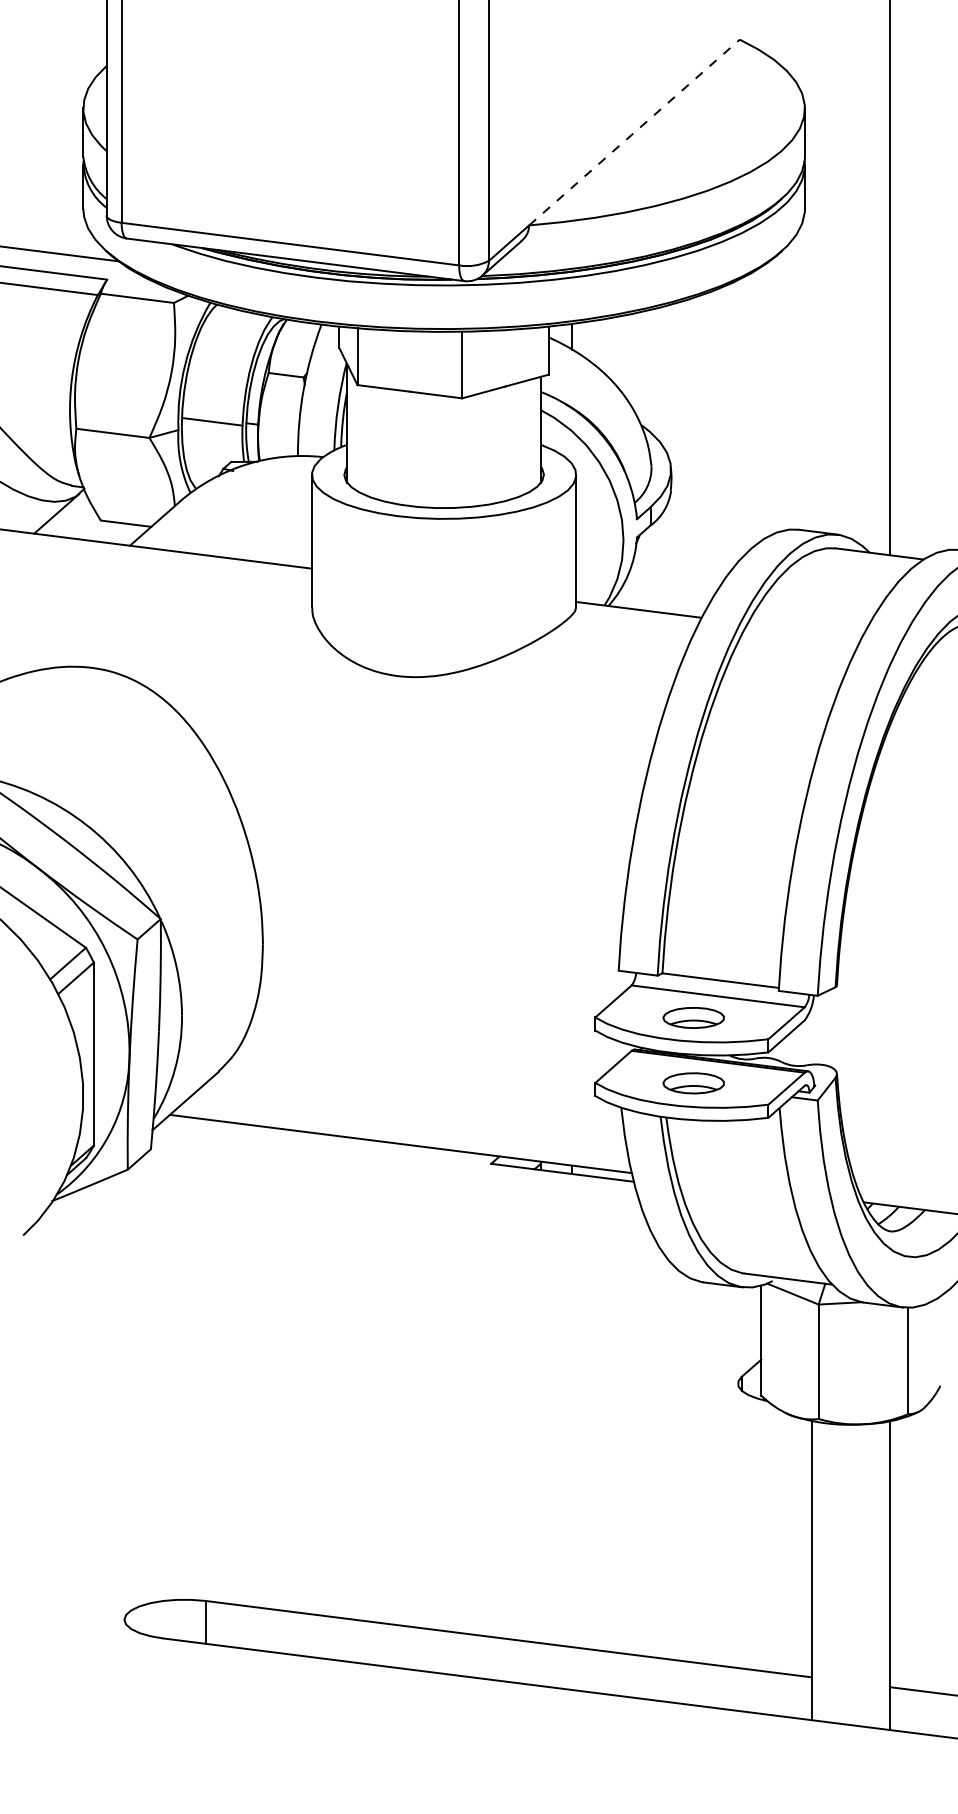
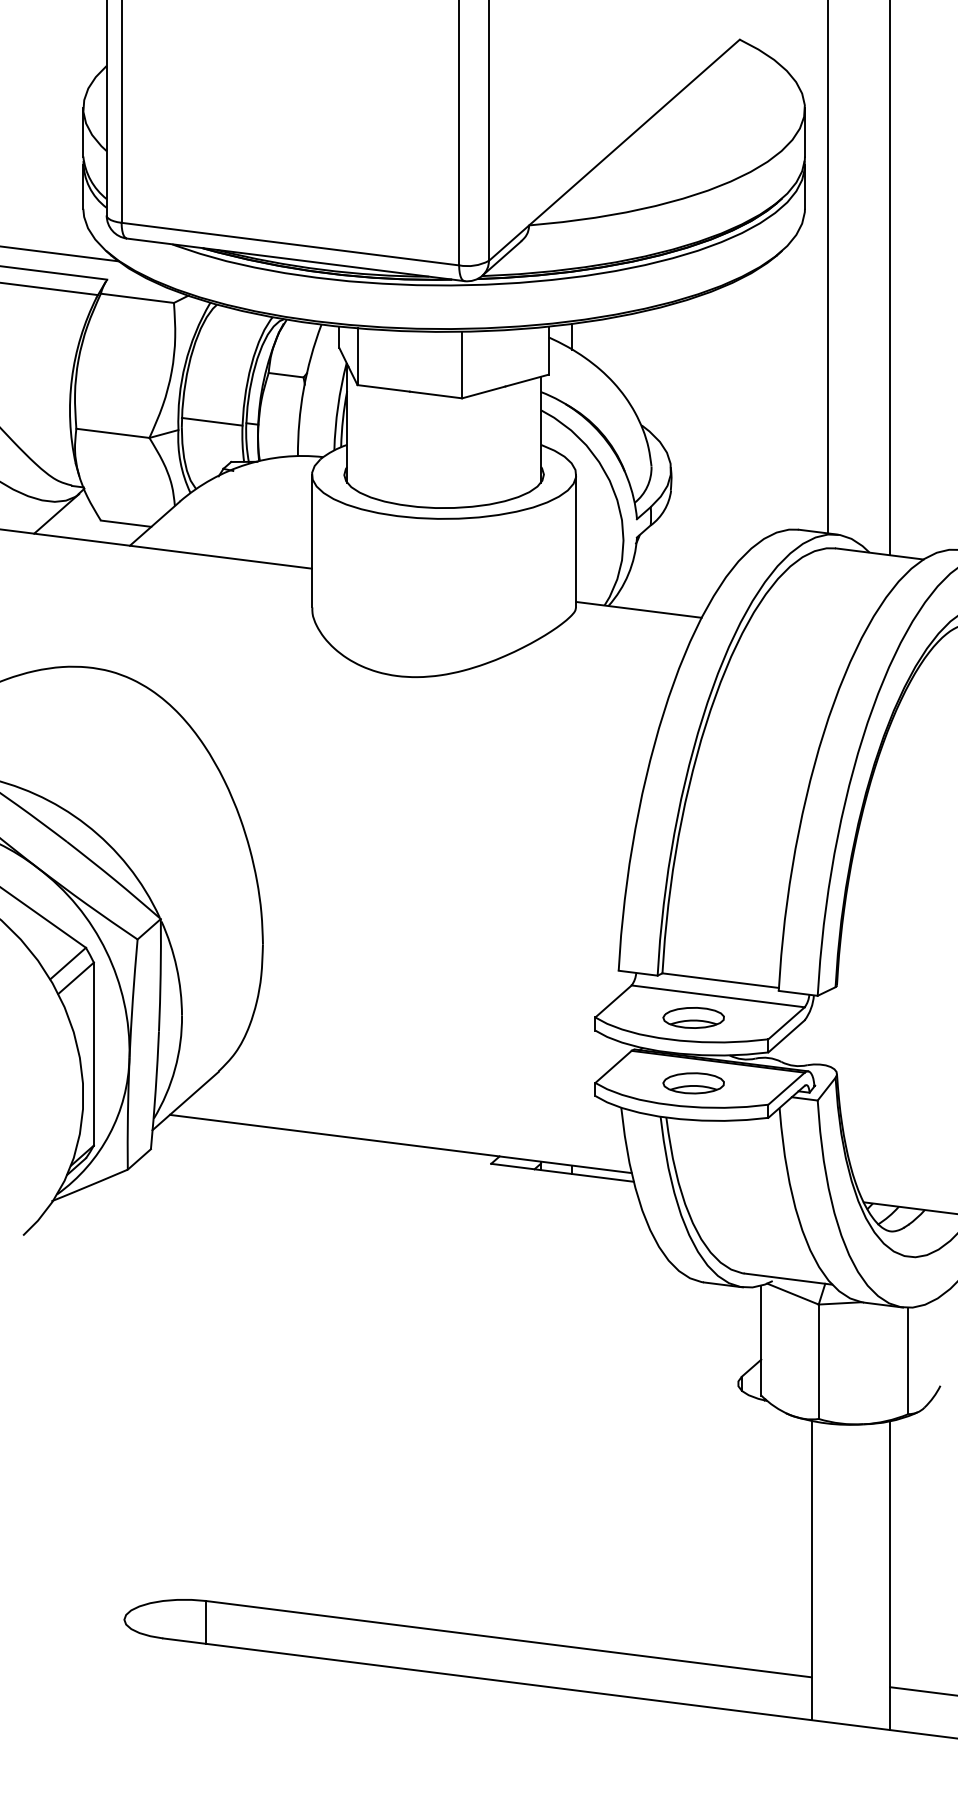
line at (634, 132): dashed -> solid
line at (828, 267): none -> present
